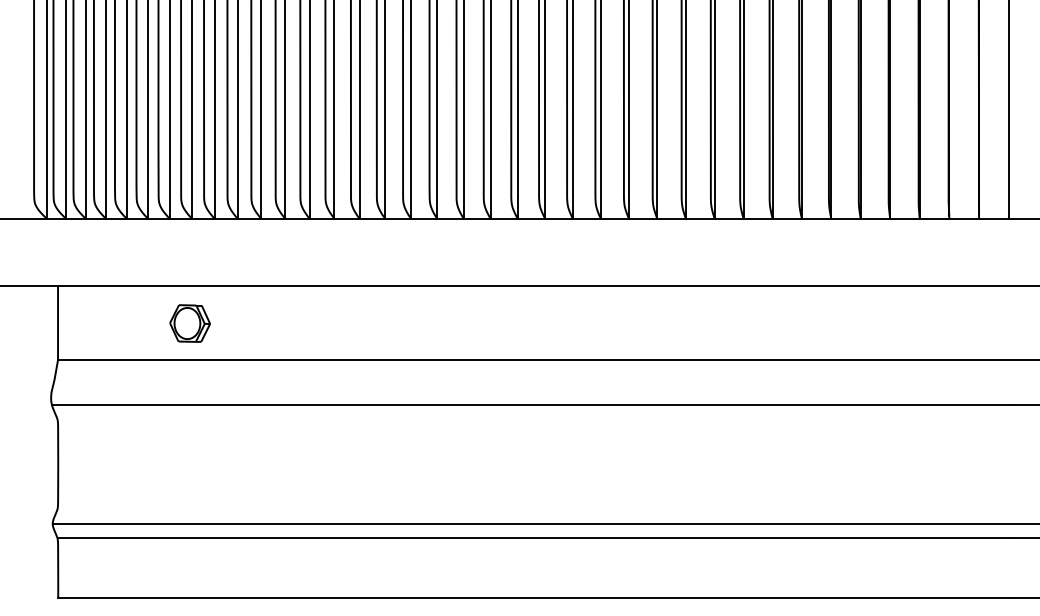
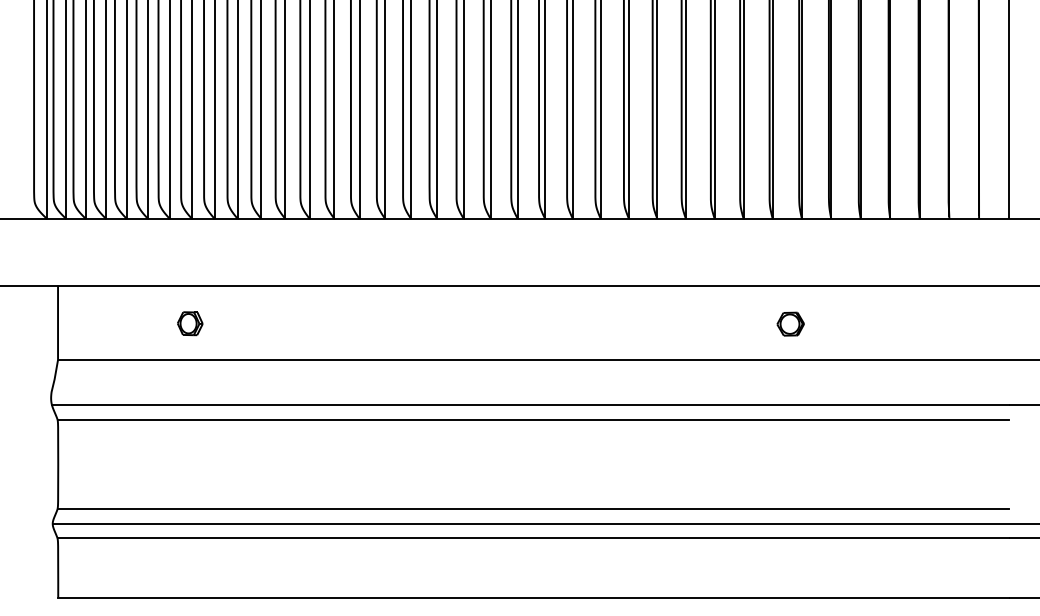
part at (189, 323) size: 42x39 px -> 27x26 px
part at (790, 323): none -> present
line at (532, 419): none -> present
line at (532, 508): none -> present
